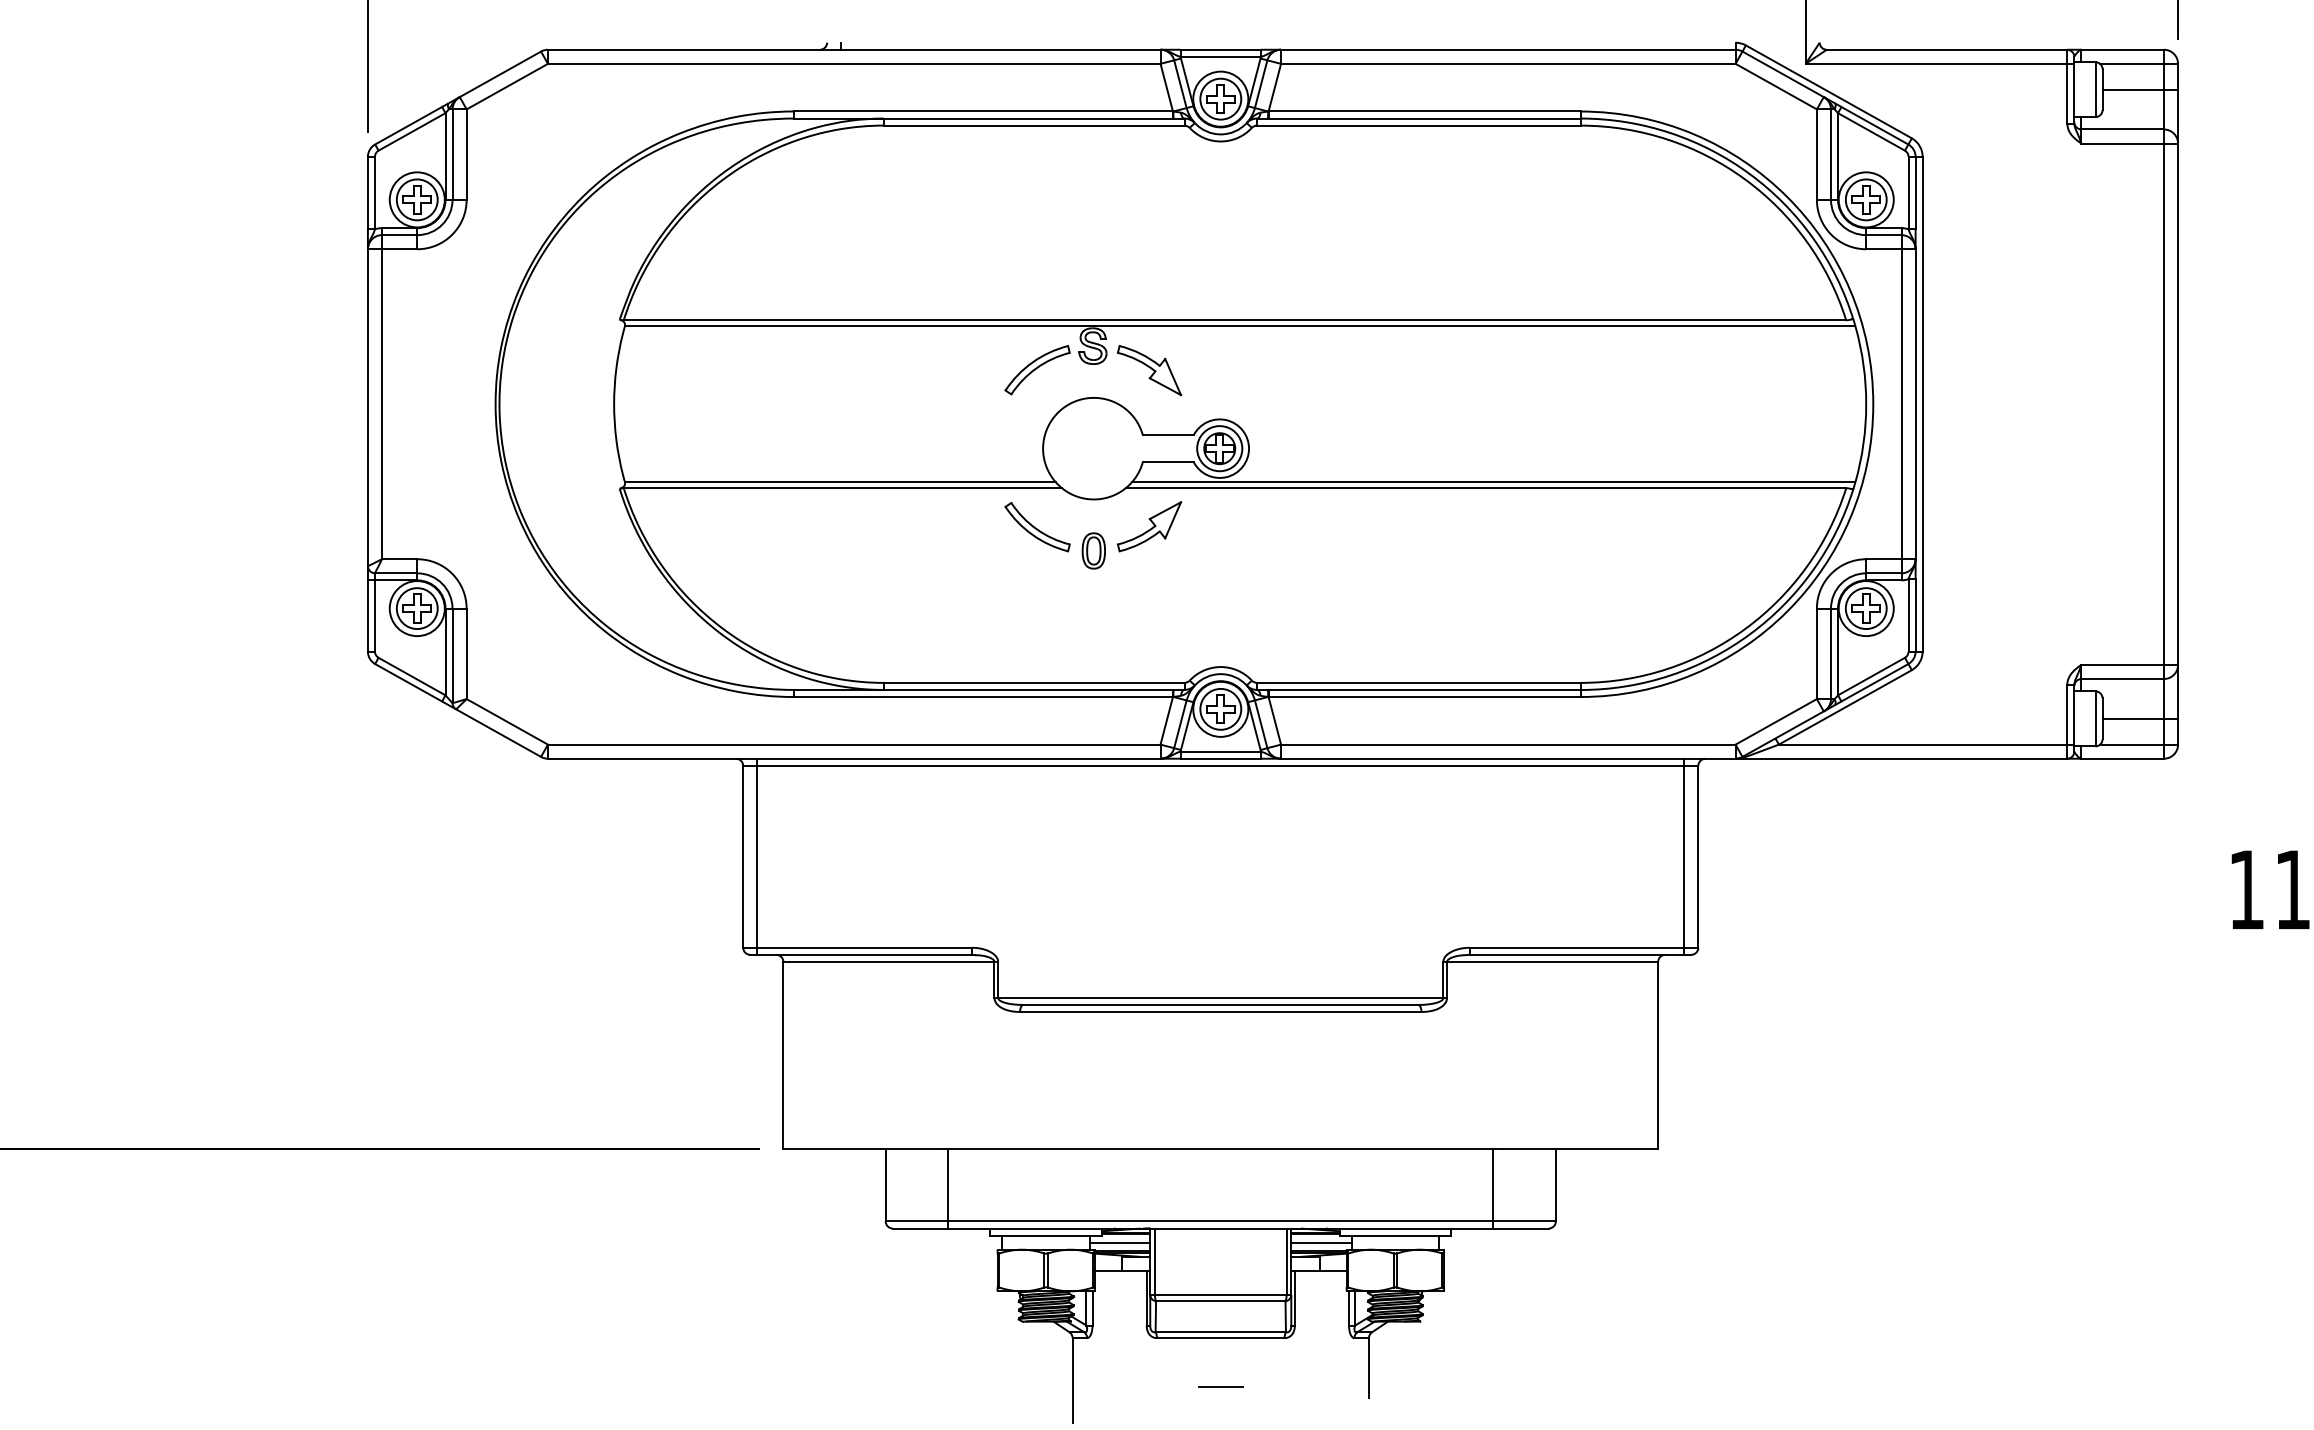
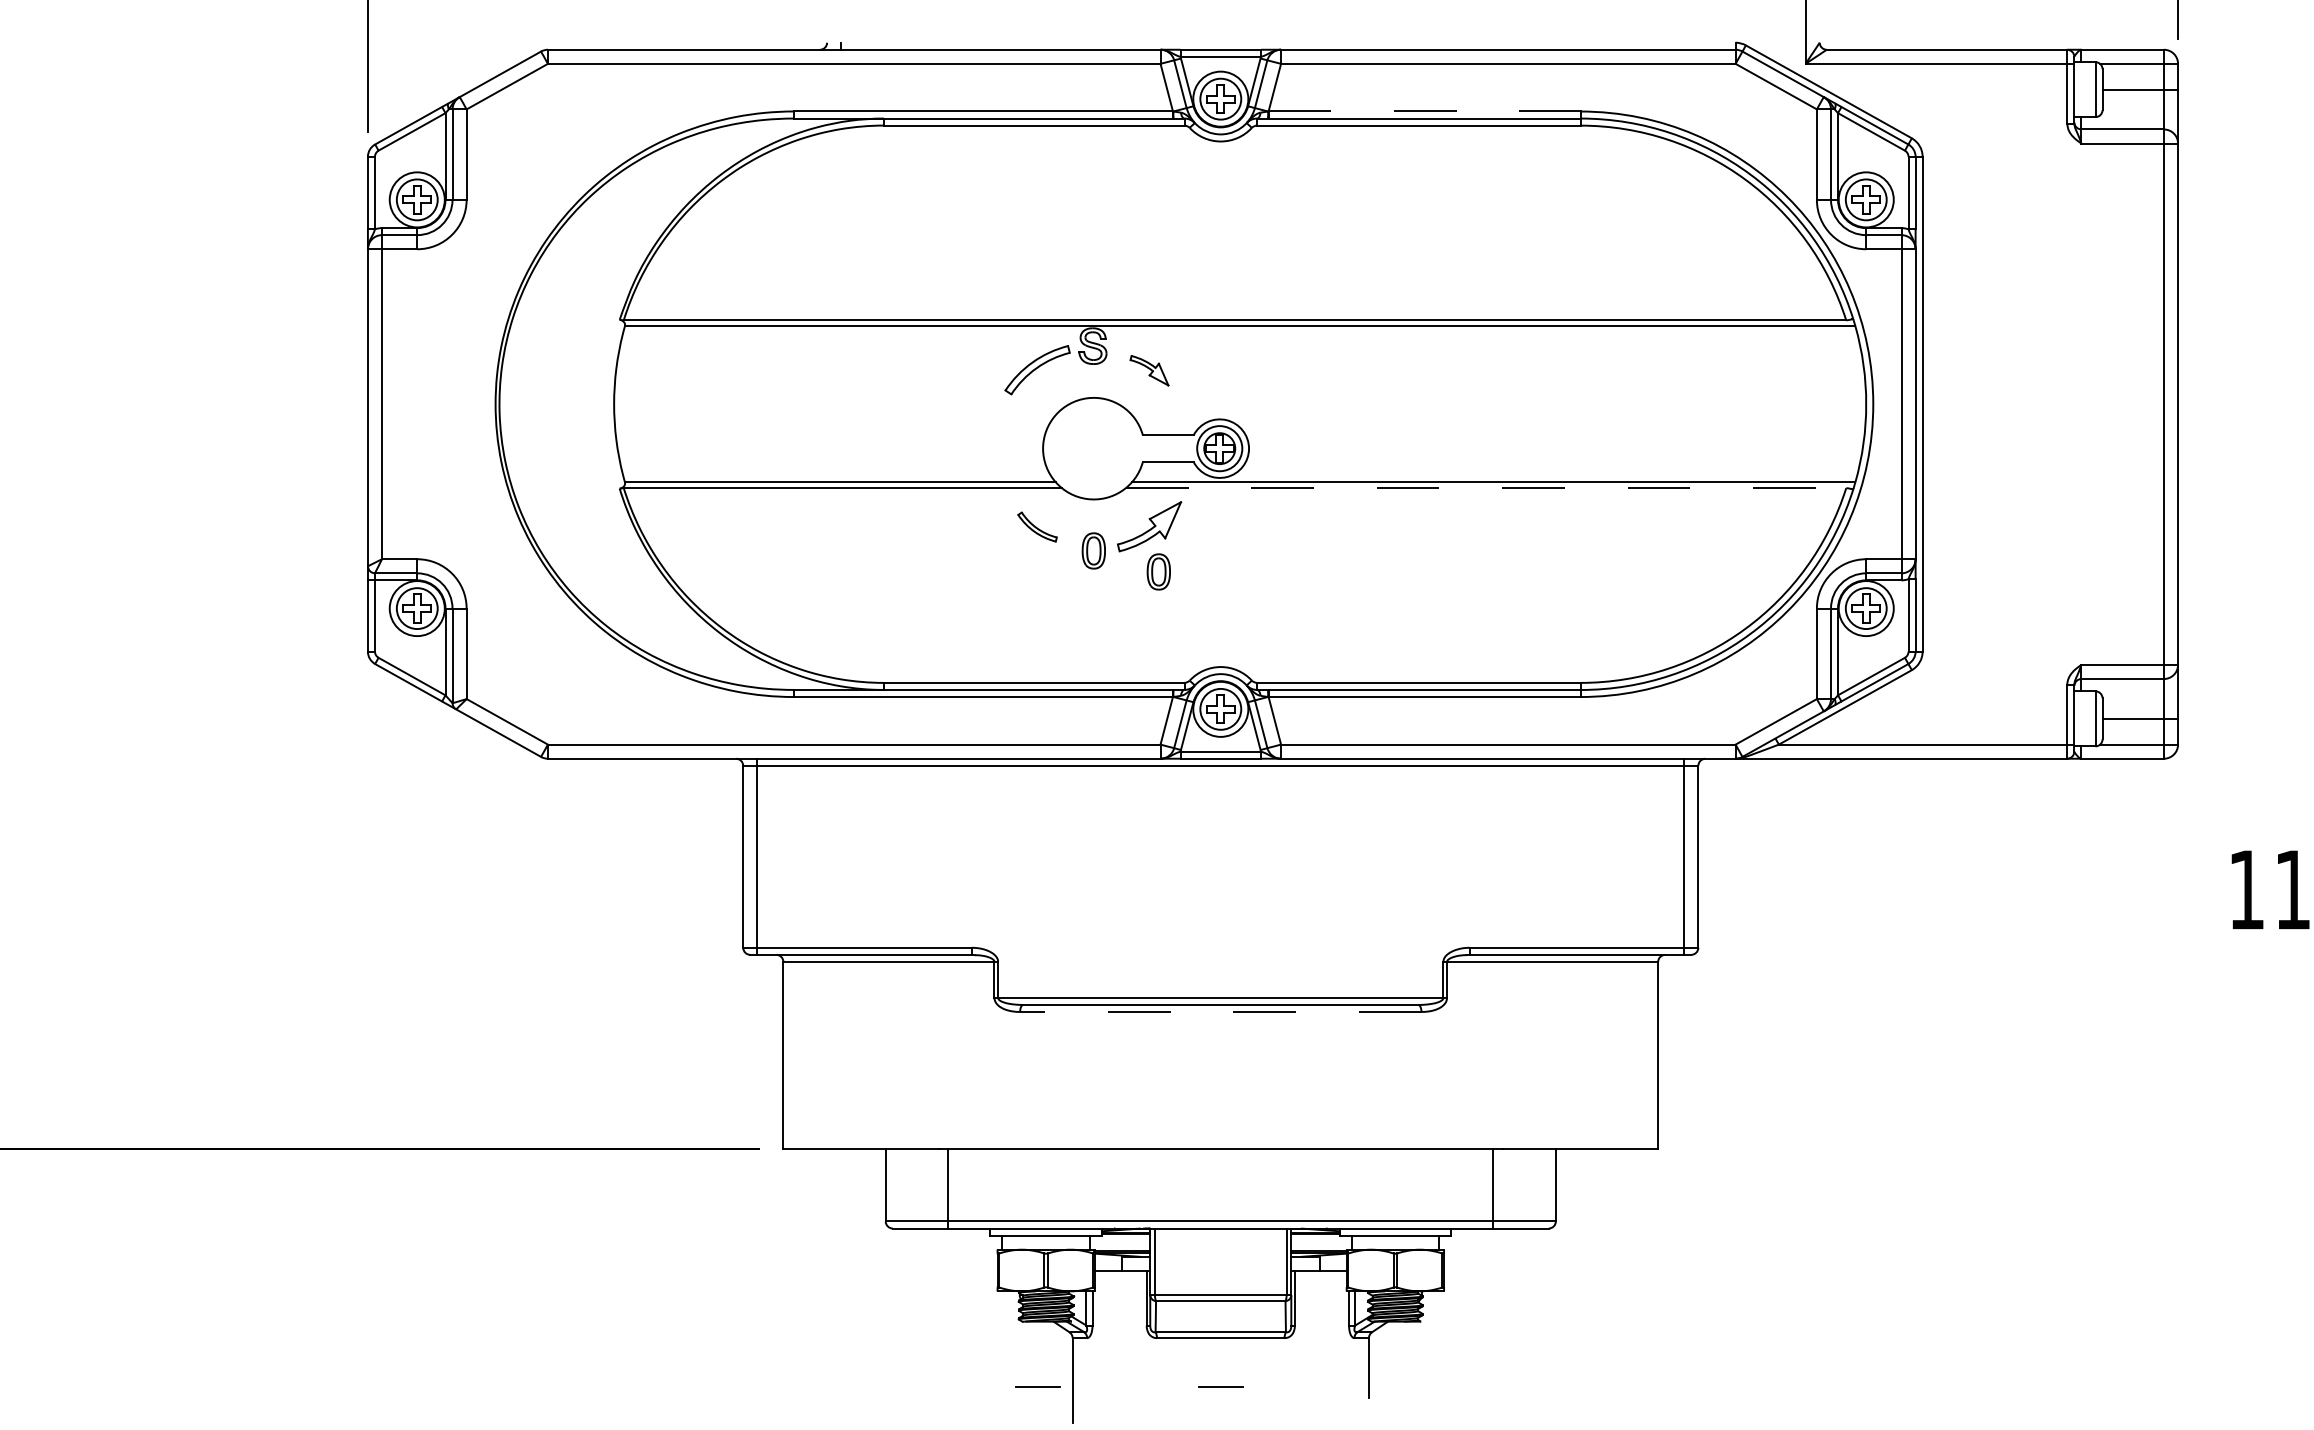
line at (1424, 111): solid -> dashed
part at (1149, 370) size: 65x52 px -> 41x32 px
line at (1486, 488): solid -> dashed
part at (1037, 526) size: 67x52 px -> 41x32 px
part at (1158, 571): none -> present
line at (1220, 1011): solid -> dashed
line at (1119, 1242): present -> none
line at (1321, 1242): present -> none
line at (1037, 1386): none -> present
